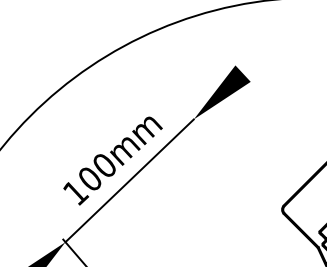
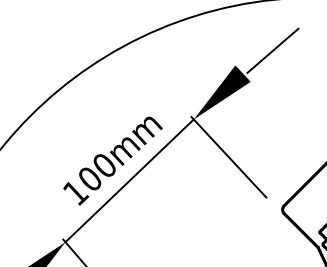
line at (272, 50): none -> present
line at (228, 157): none -> present
